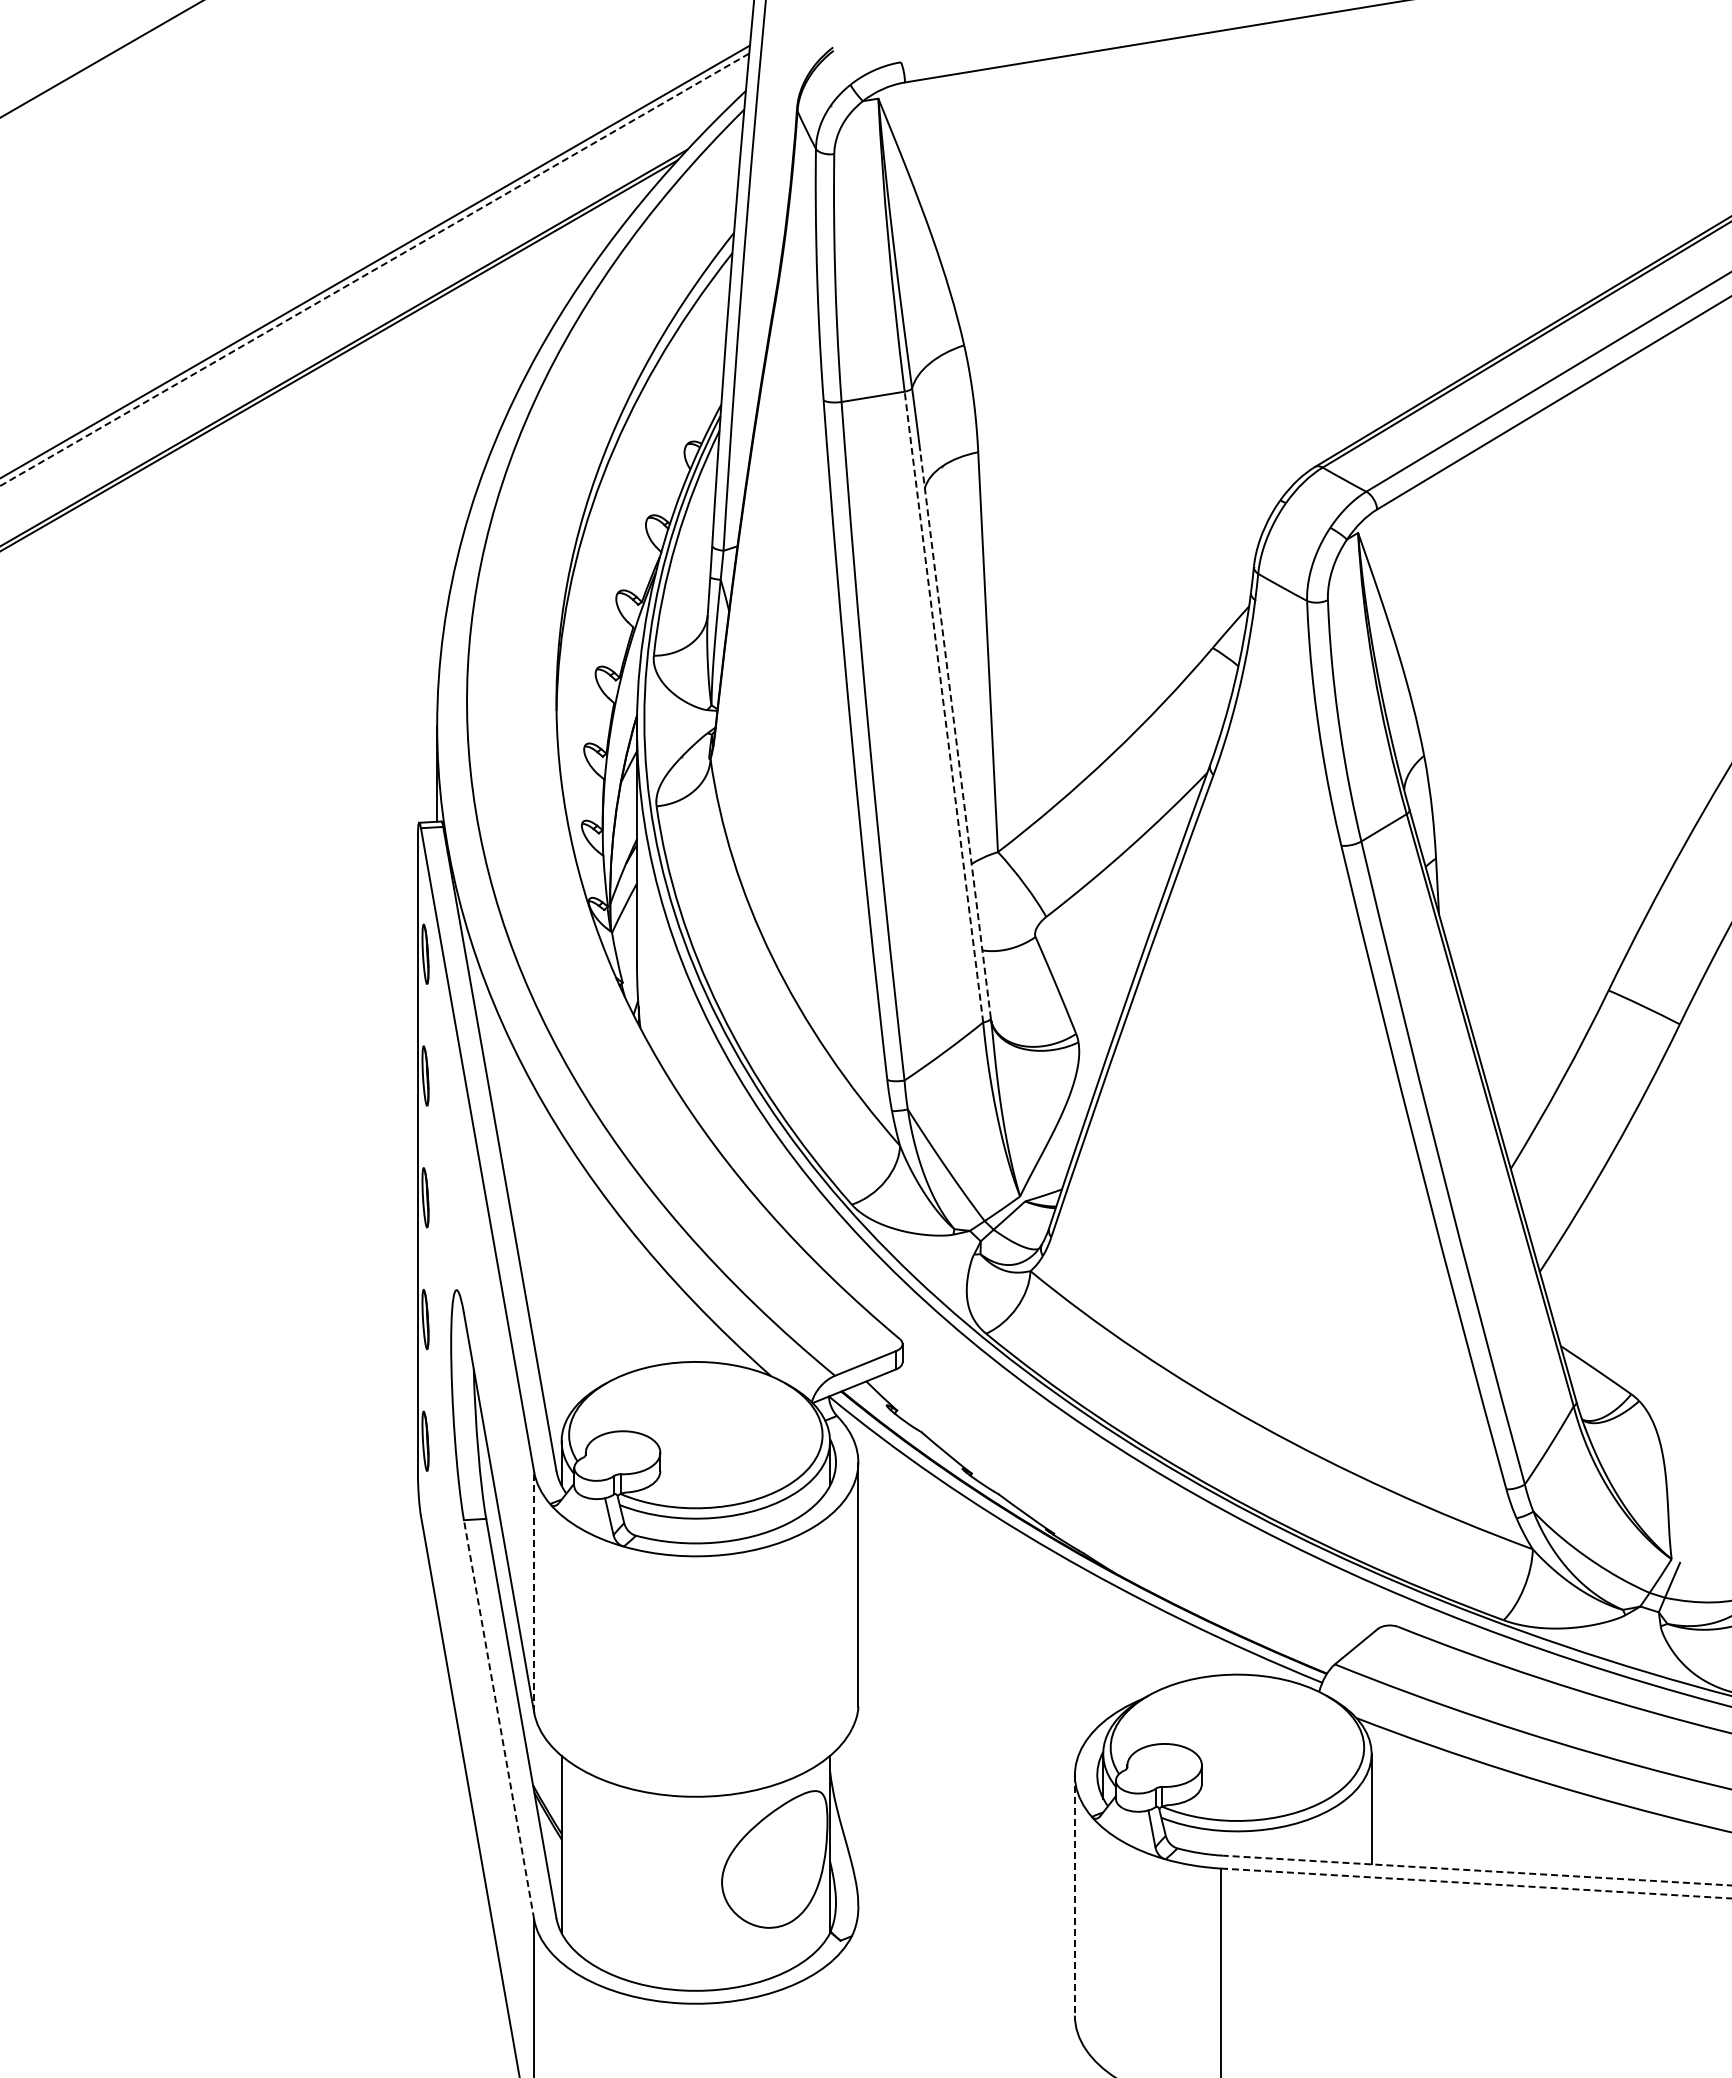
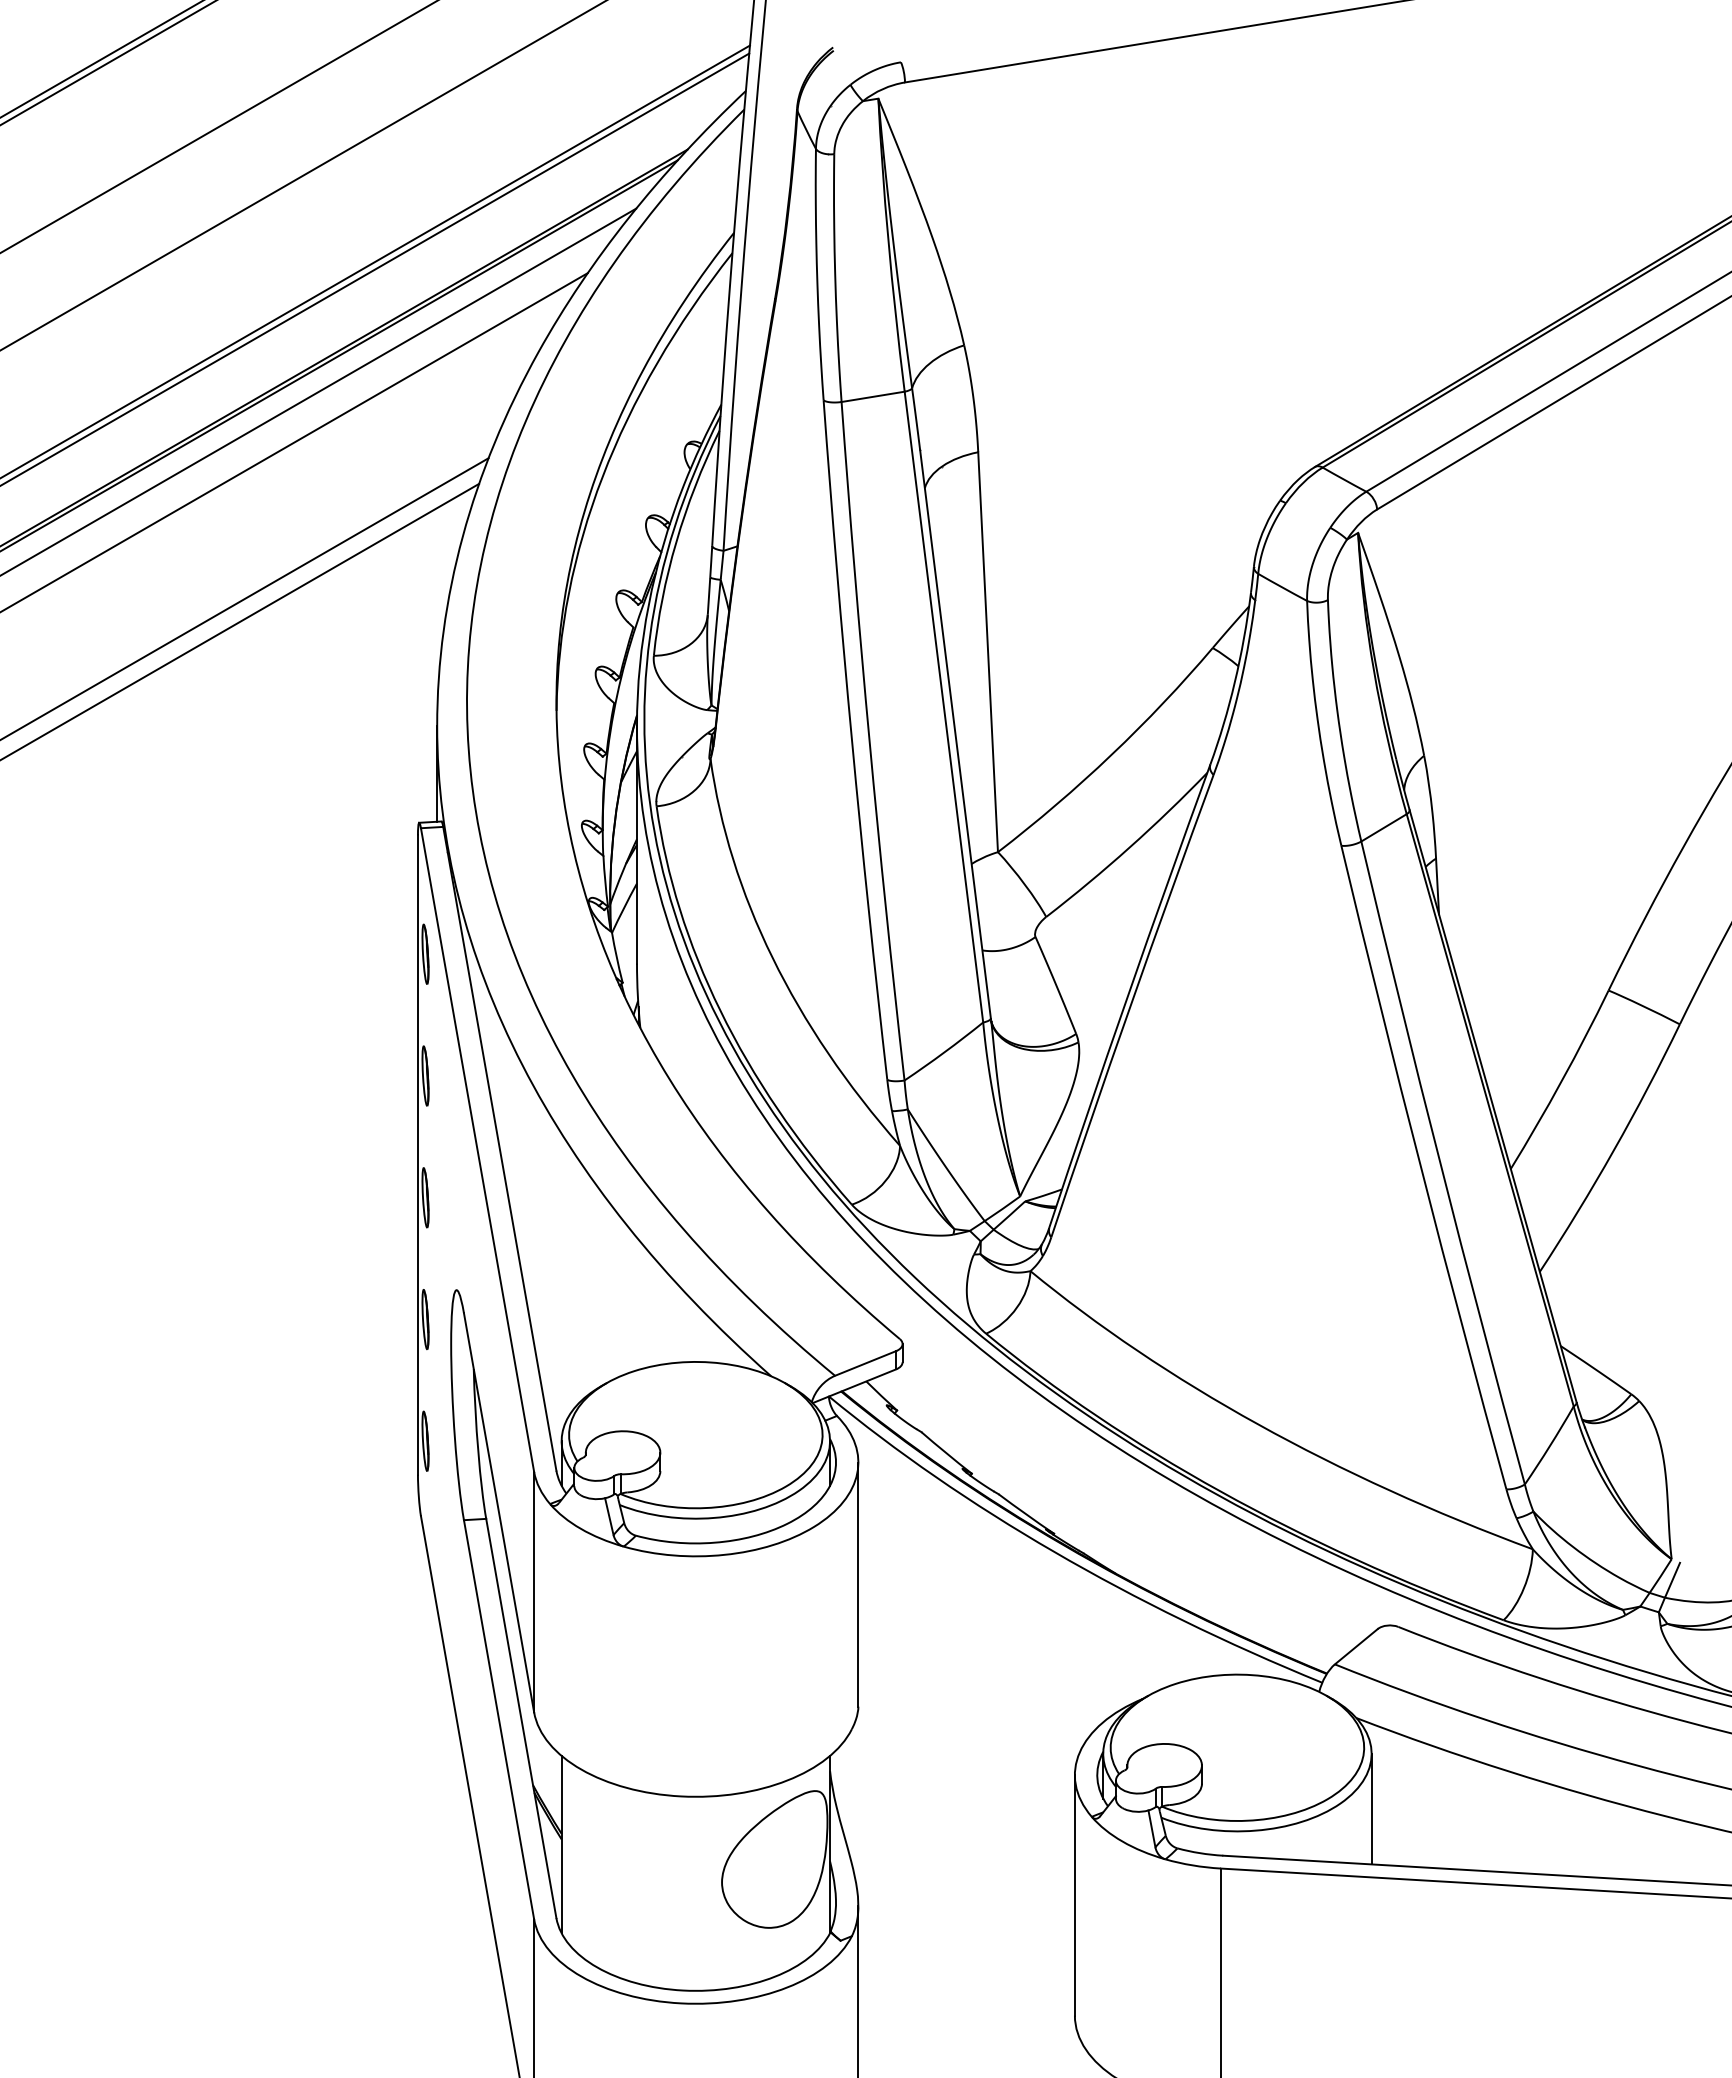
line at (107, 63): none -> present
line at (218, 127): none -> present
line at (302, 175): none -> present
line at (374, 270): dashed -> solid
line at (319, 391): none -> present
line at (294, 442): none -> present
line at (245, 598): none -> present
line at (240, 620): none -> present
line at (943, 707): dashed -> solid
line at (955, 733): dashed -> solid
line at (534, 1591): dashed -> solid
line at (499, 1719): dashed -> solid
line at (1476, 1870): dashed -> solid
line at (1476, 1883): dashed -> solid
line at (1074, 1895): dashed -> solid
line at (858, 1990): none -> present
